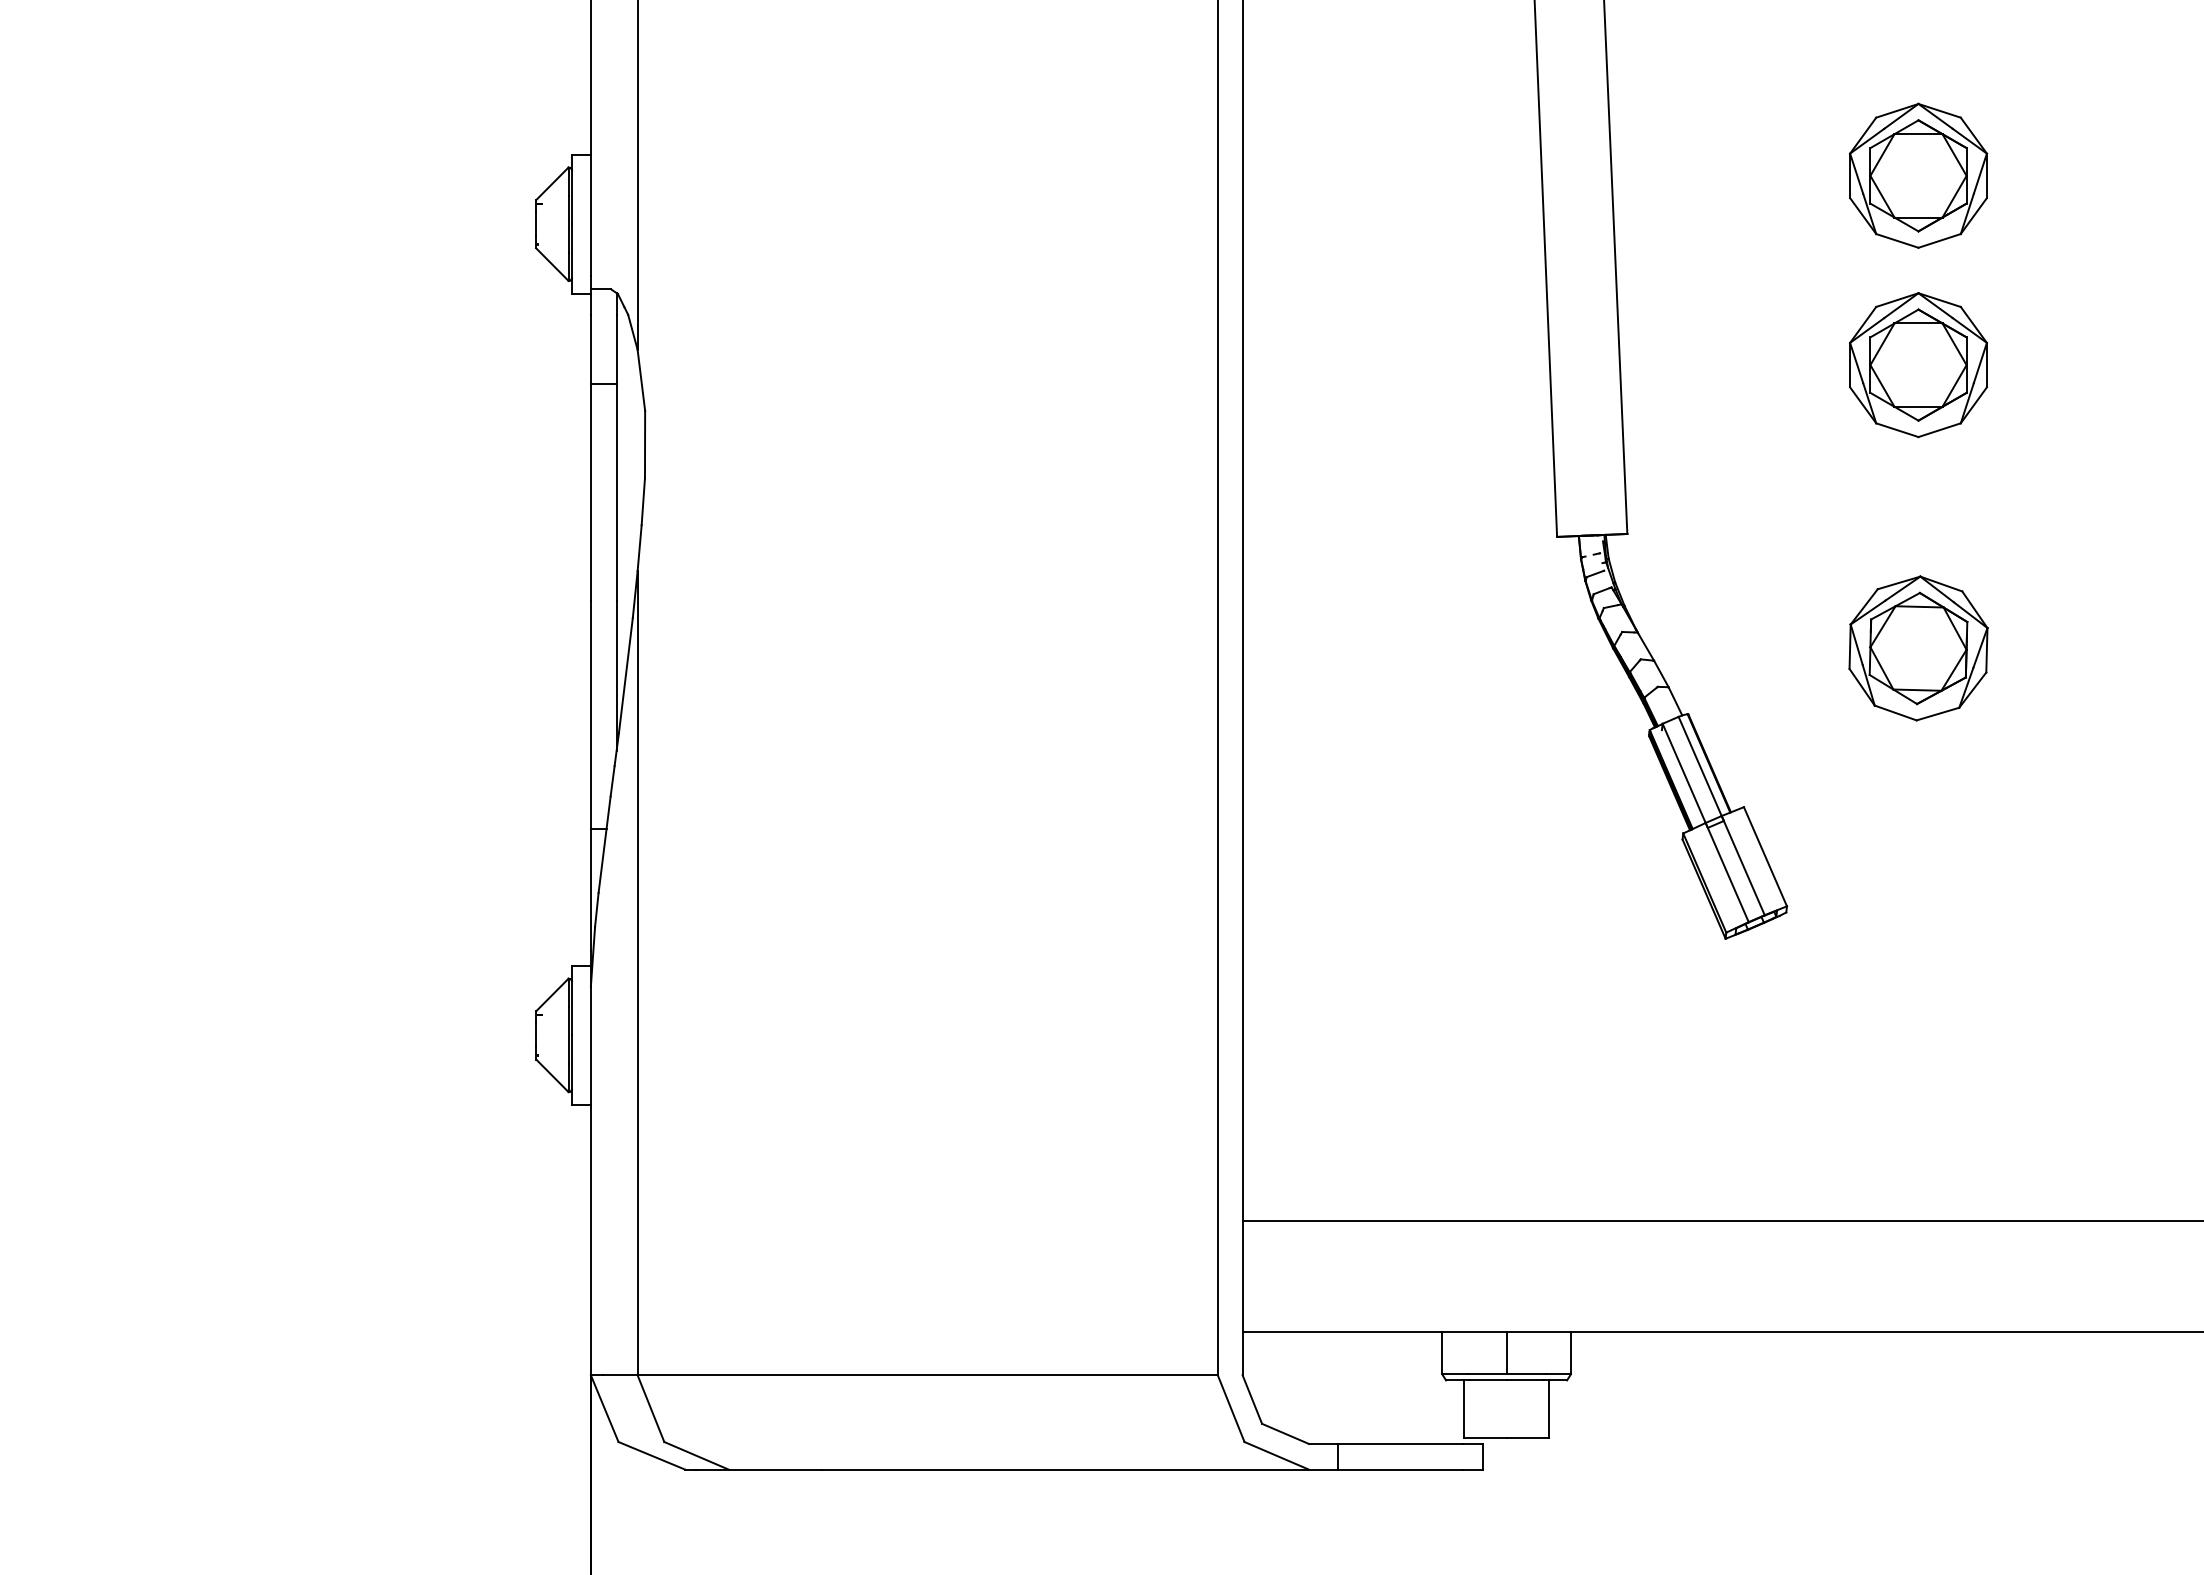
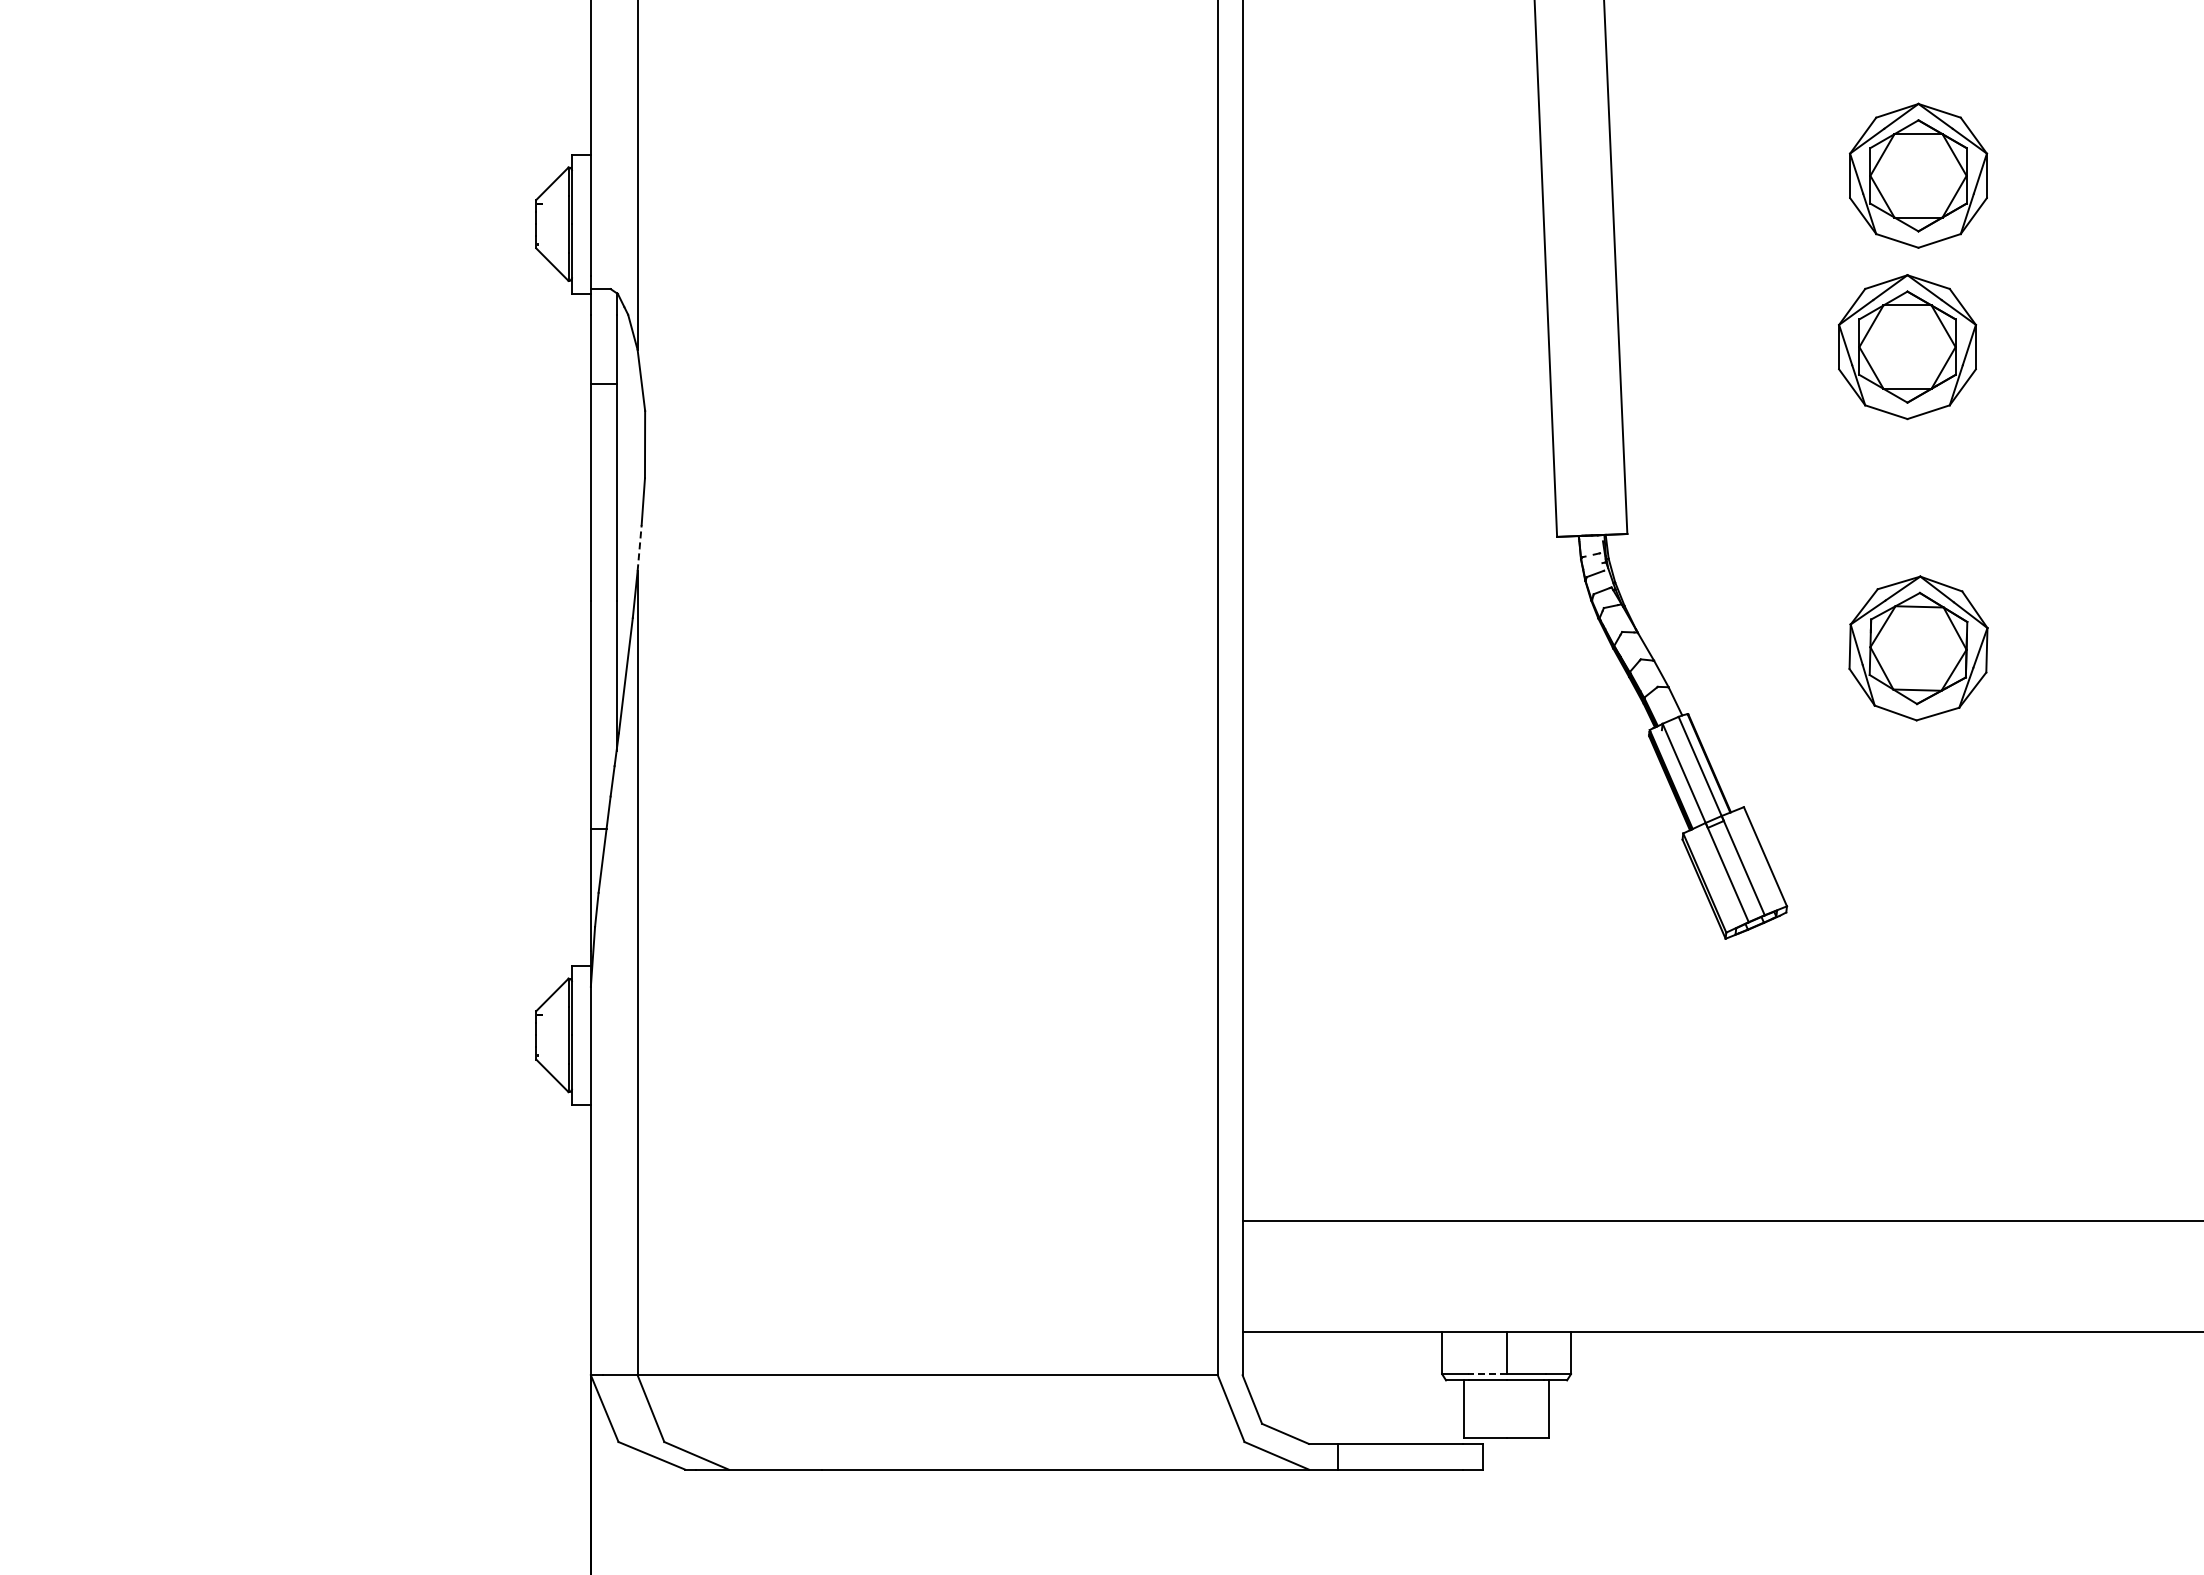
part at (1918, 365) position: (1918, 365) -> (1907, 347)
line at (639, 547): solid -> dashed
line at (1486, 1374): solid -> dashed
